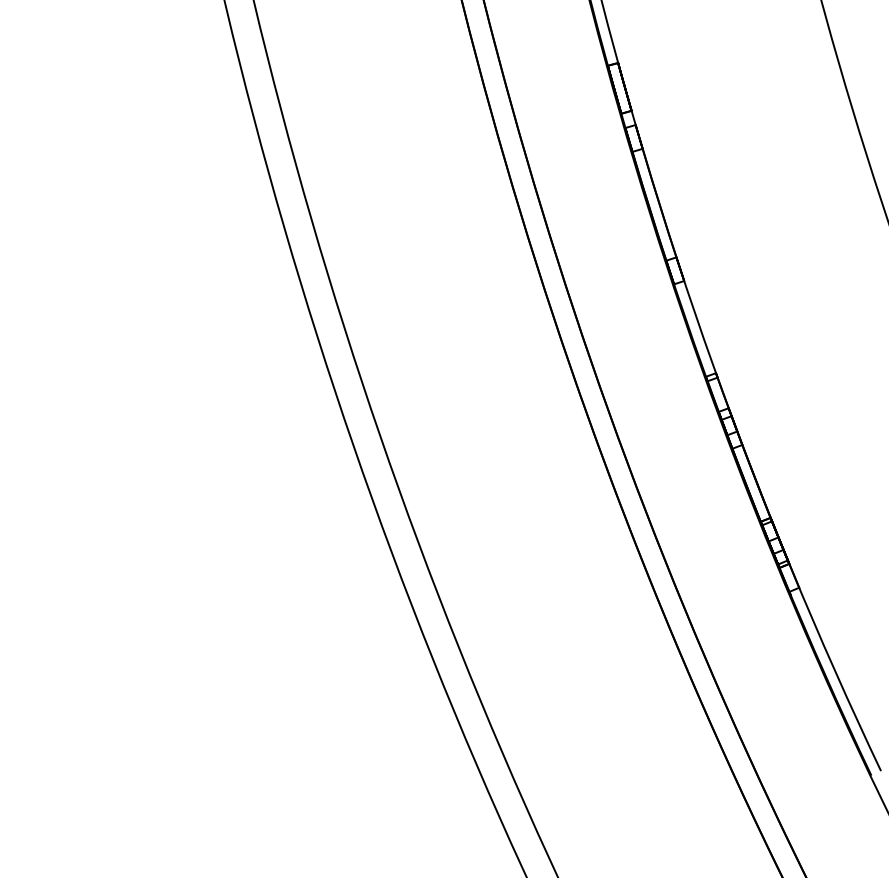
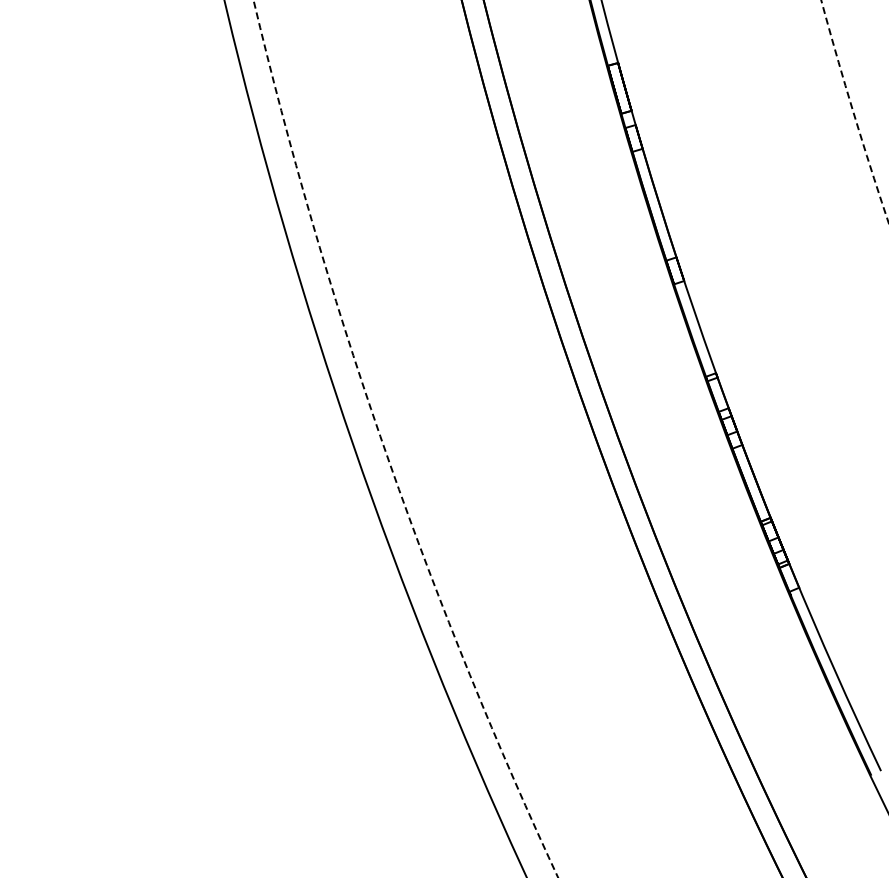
arc at (853, 111): solid -> dashed
arc at (383, 446): solid -> dashed
